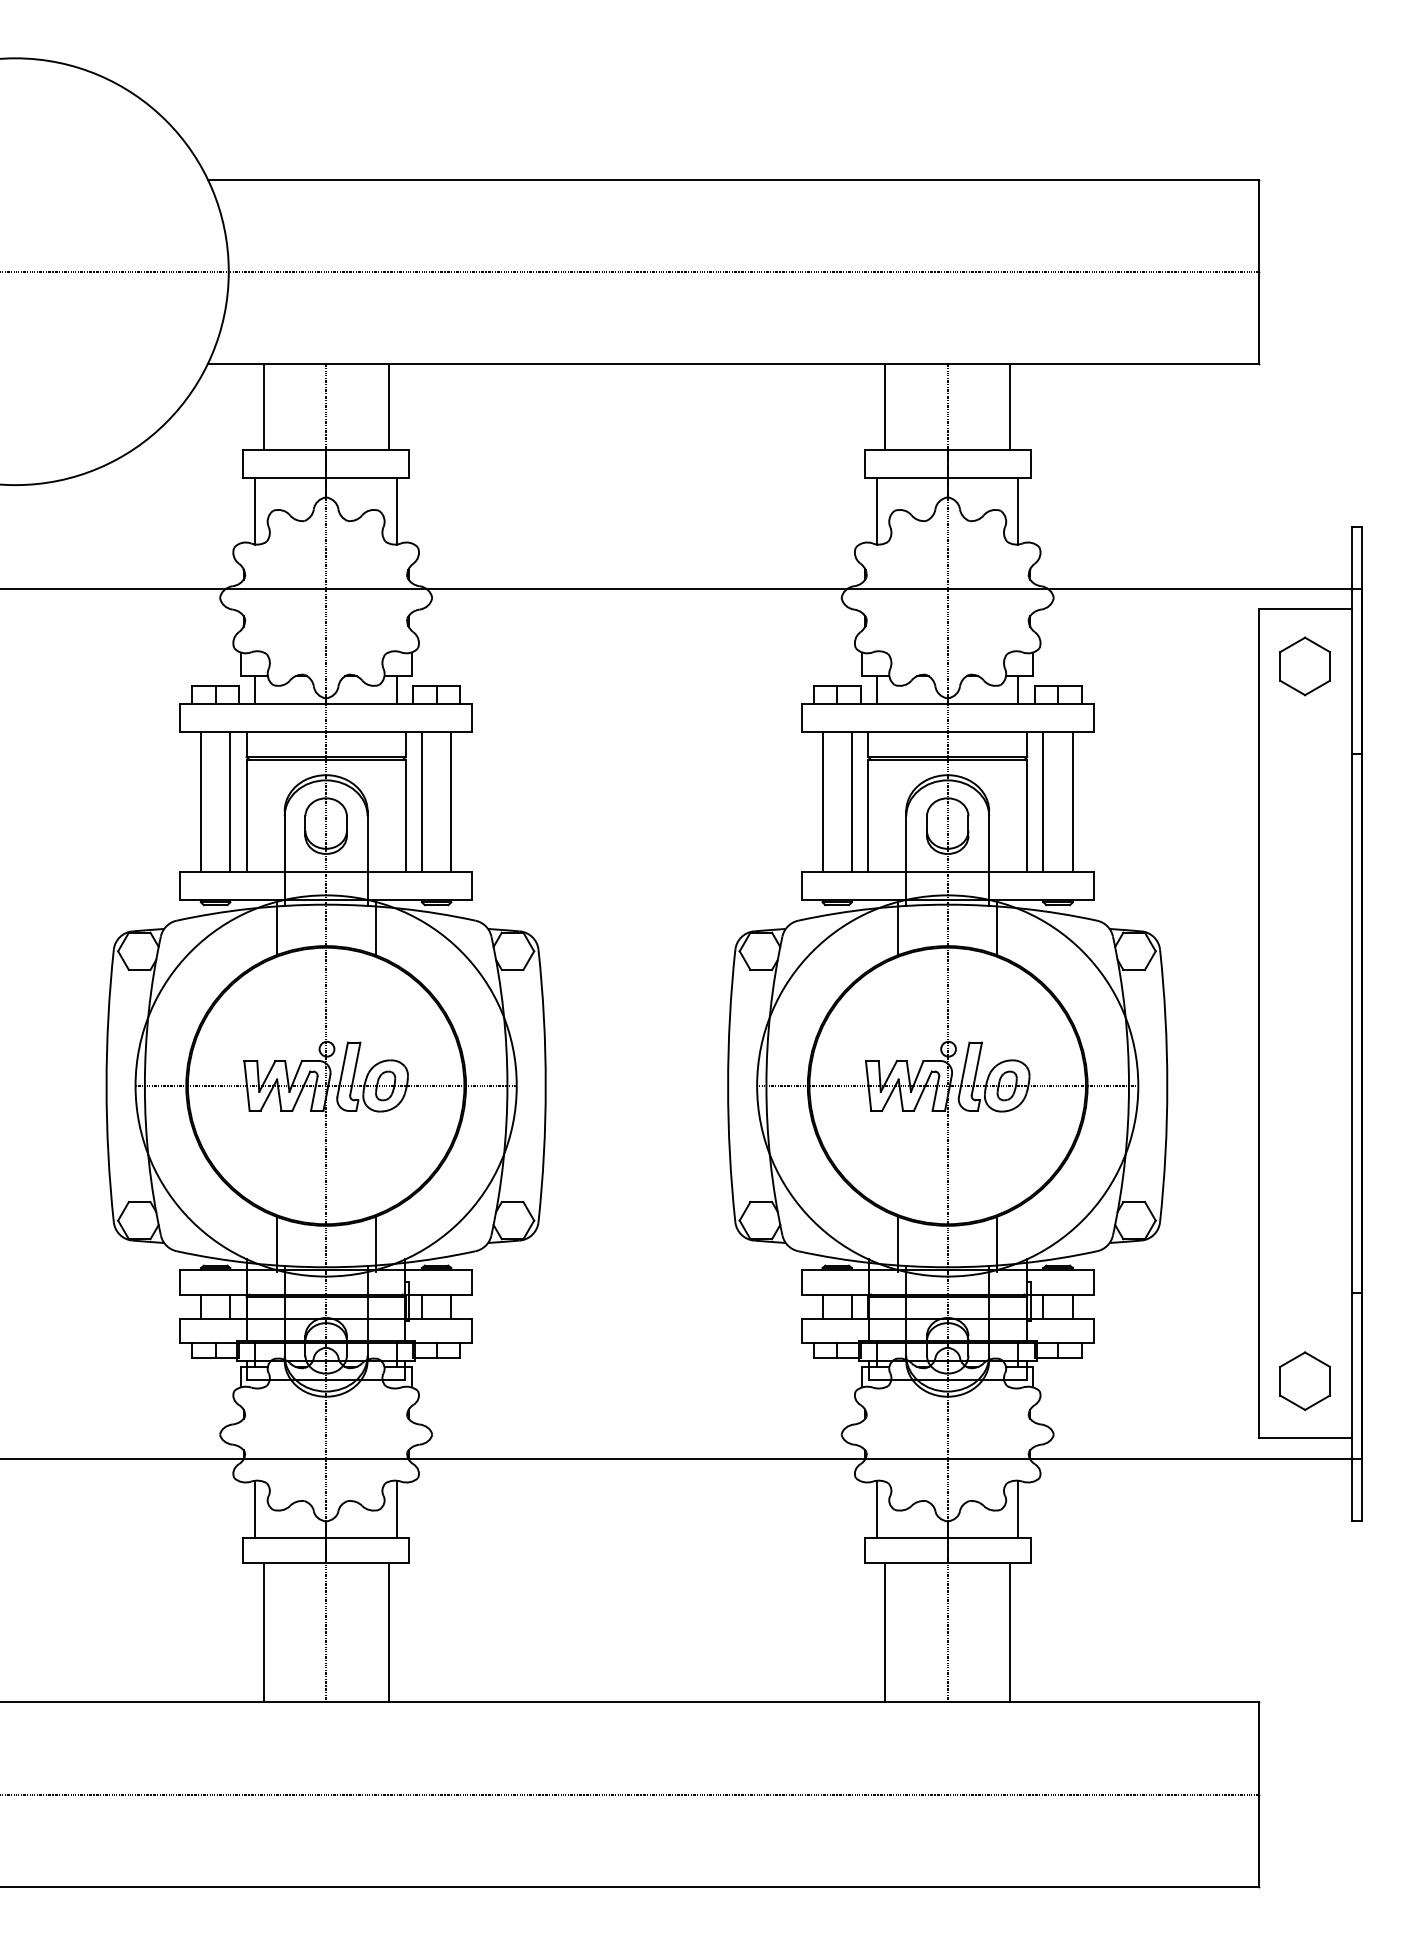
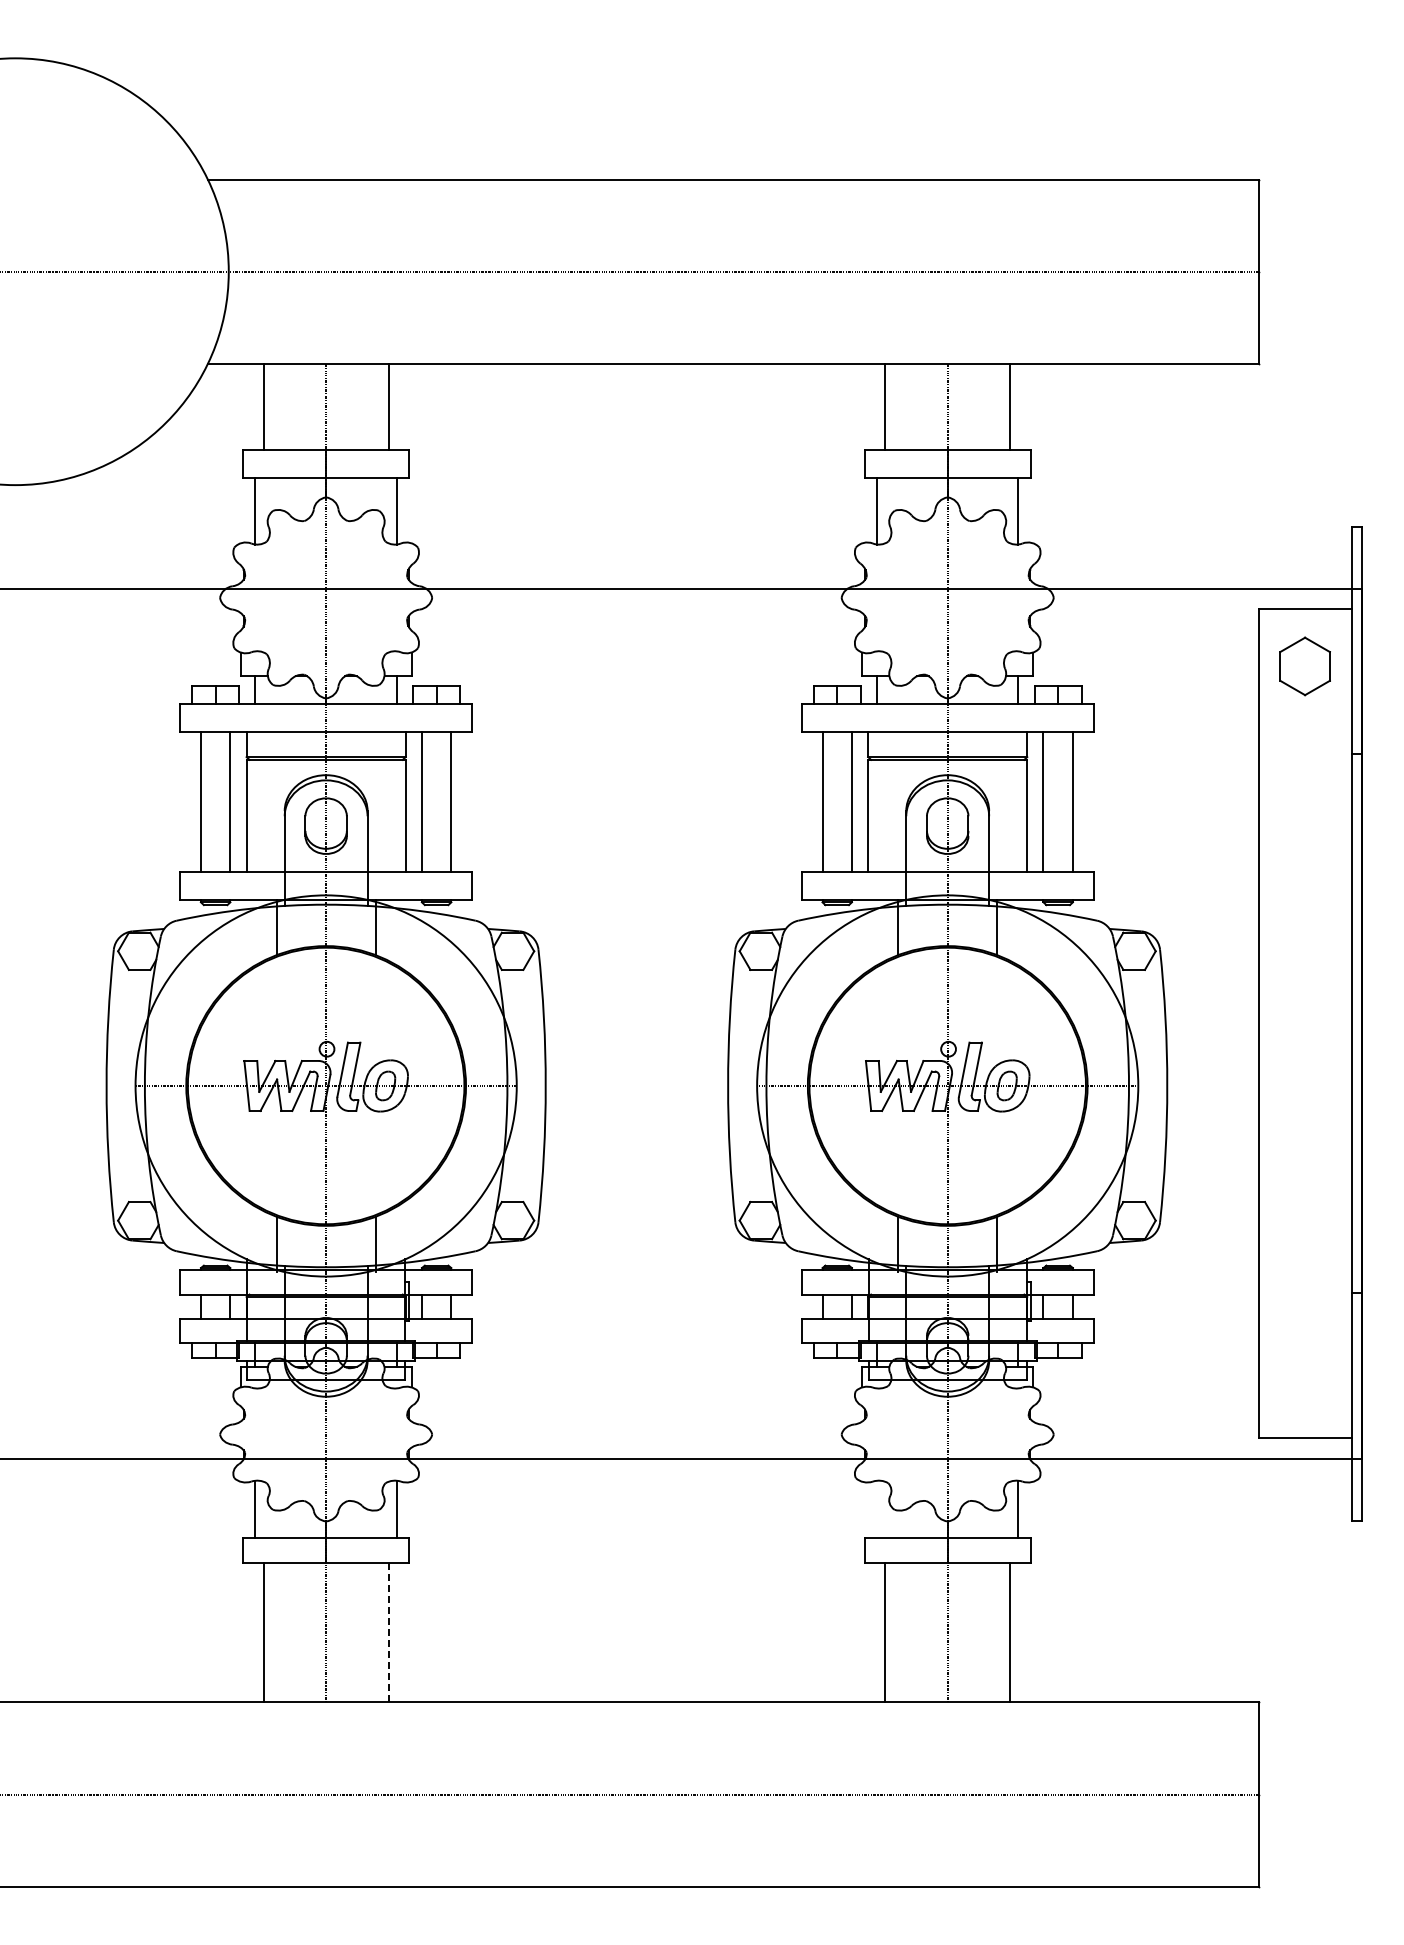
part at (1304, 1380): present -> none
line at (877, 1509): present -> none
line at (388, 1632): solid -> dashed
